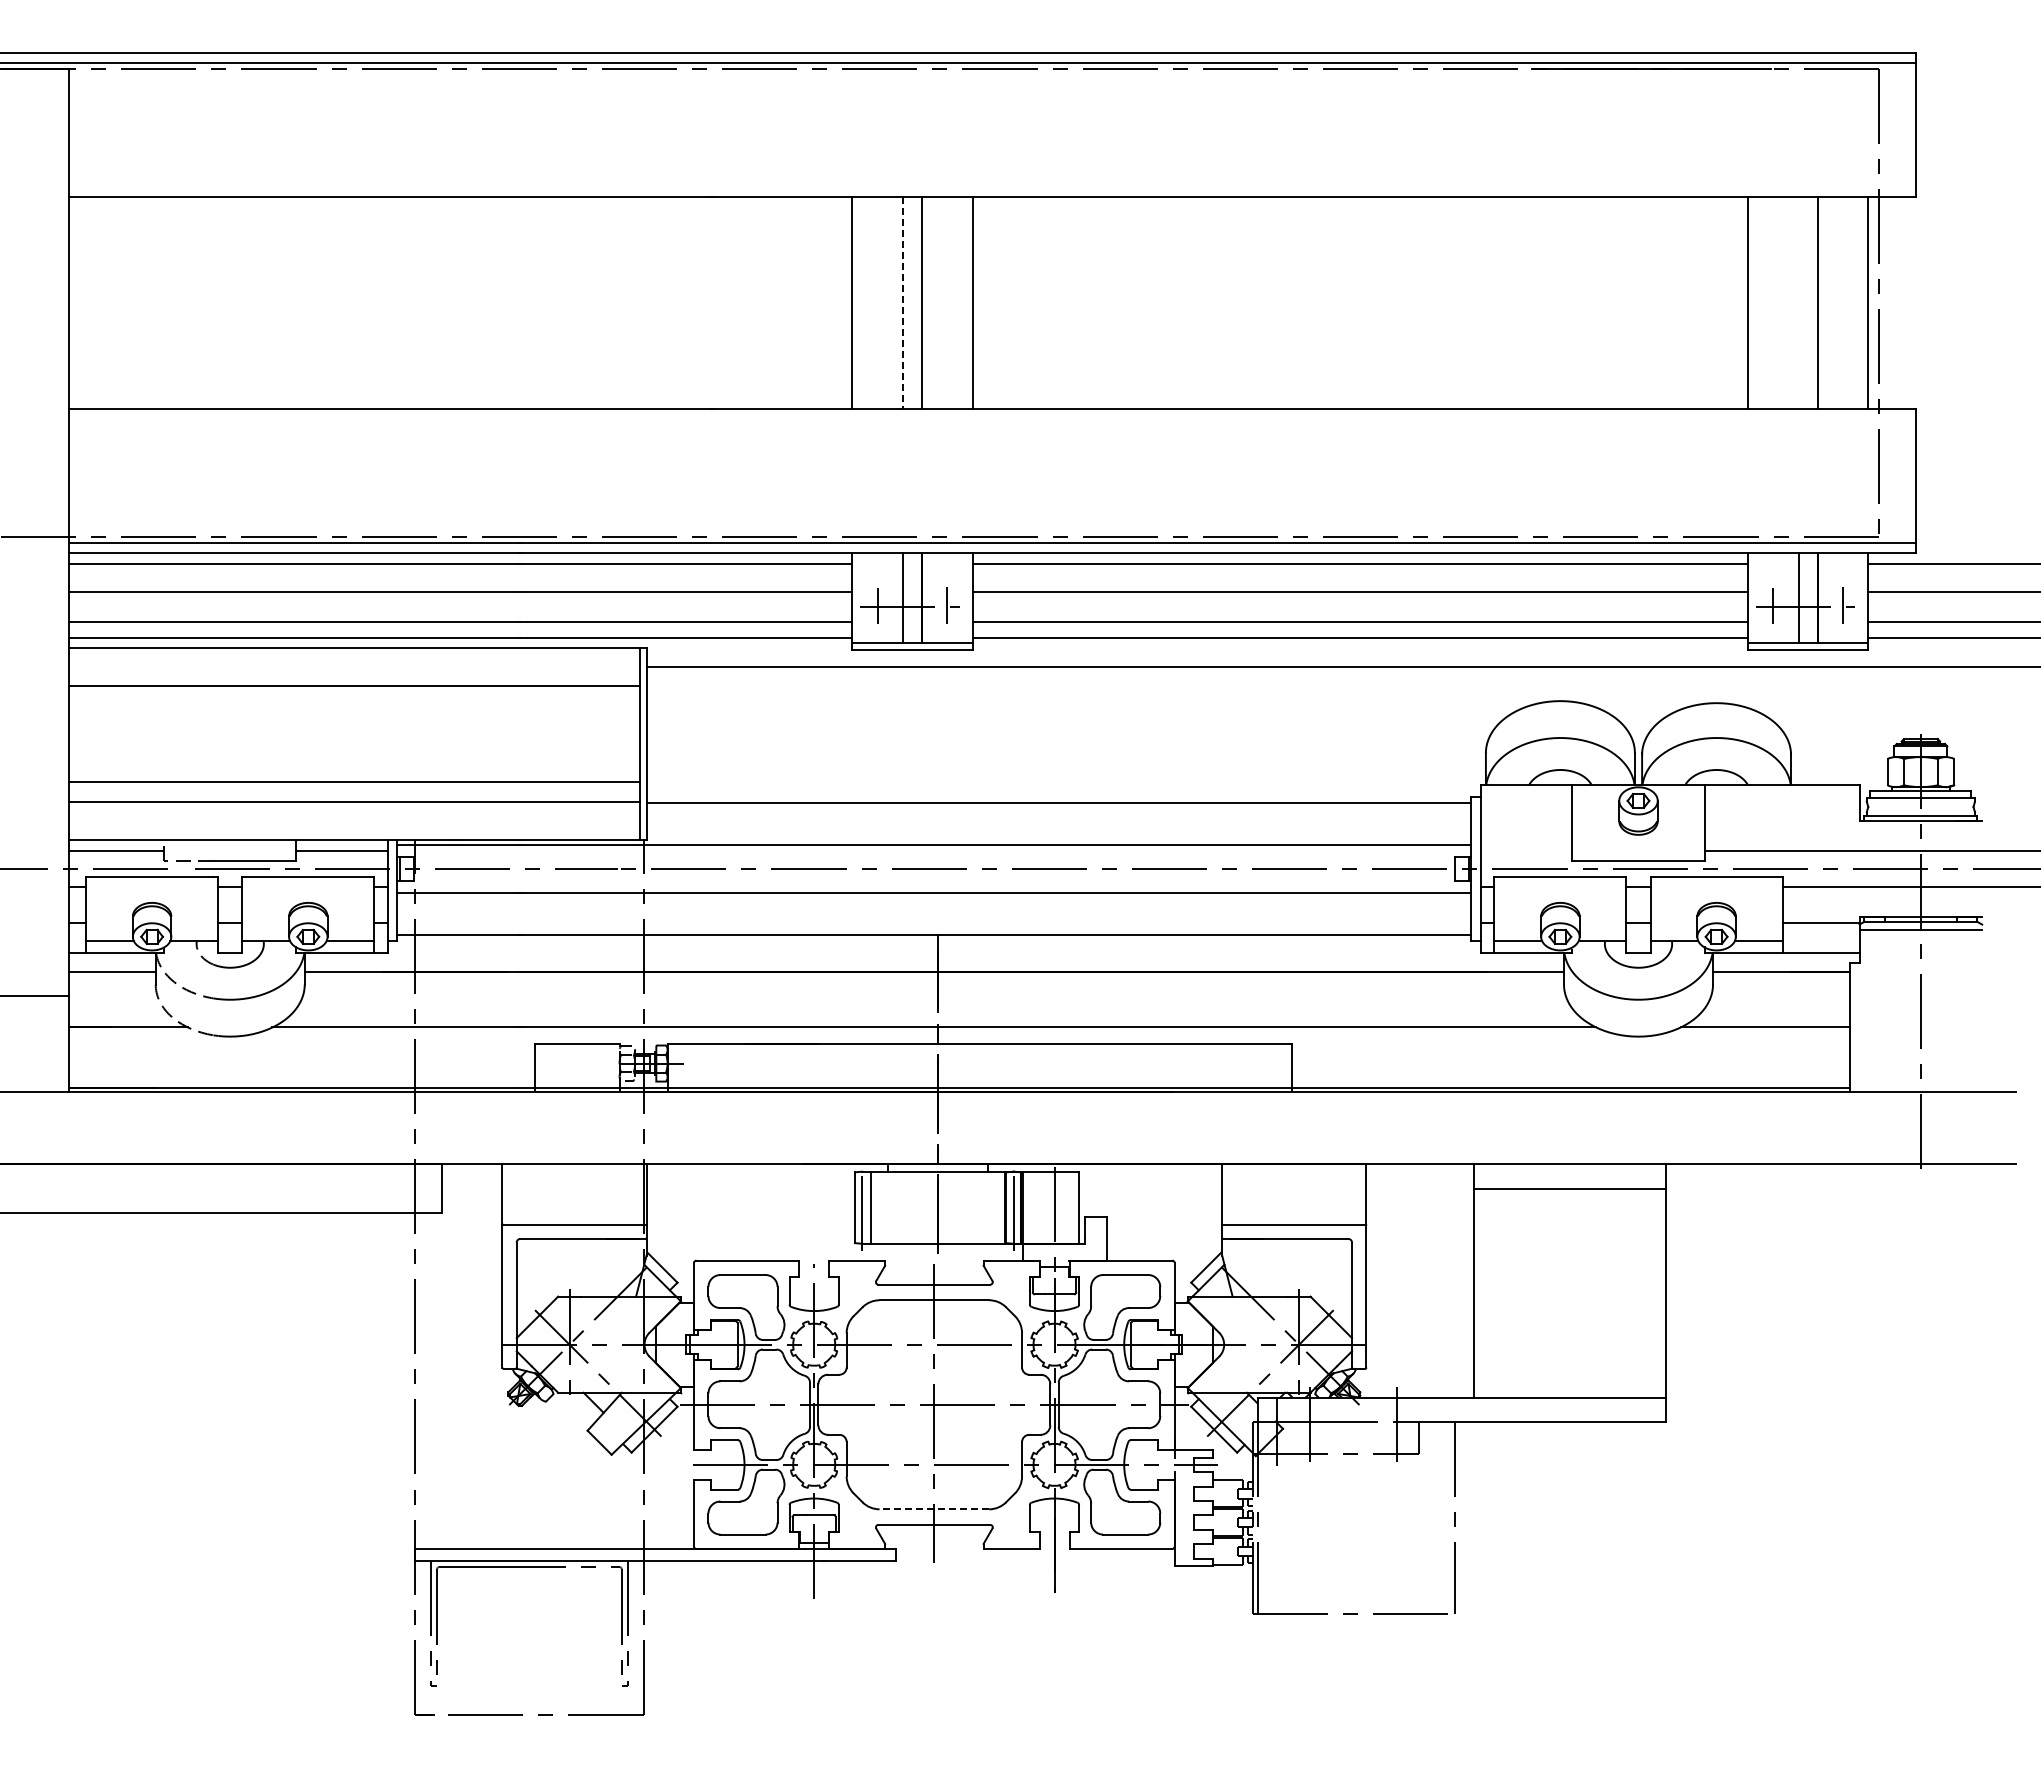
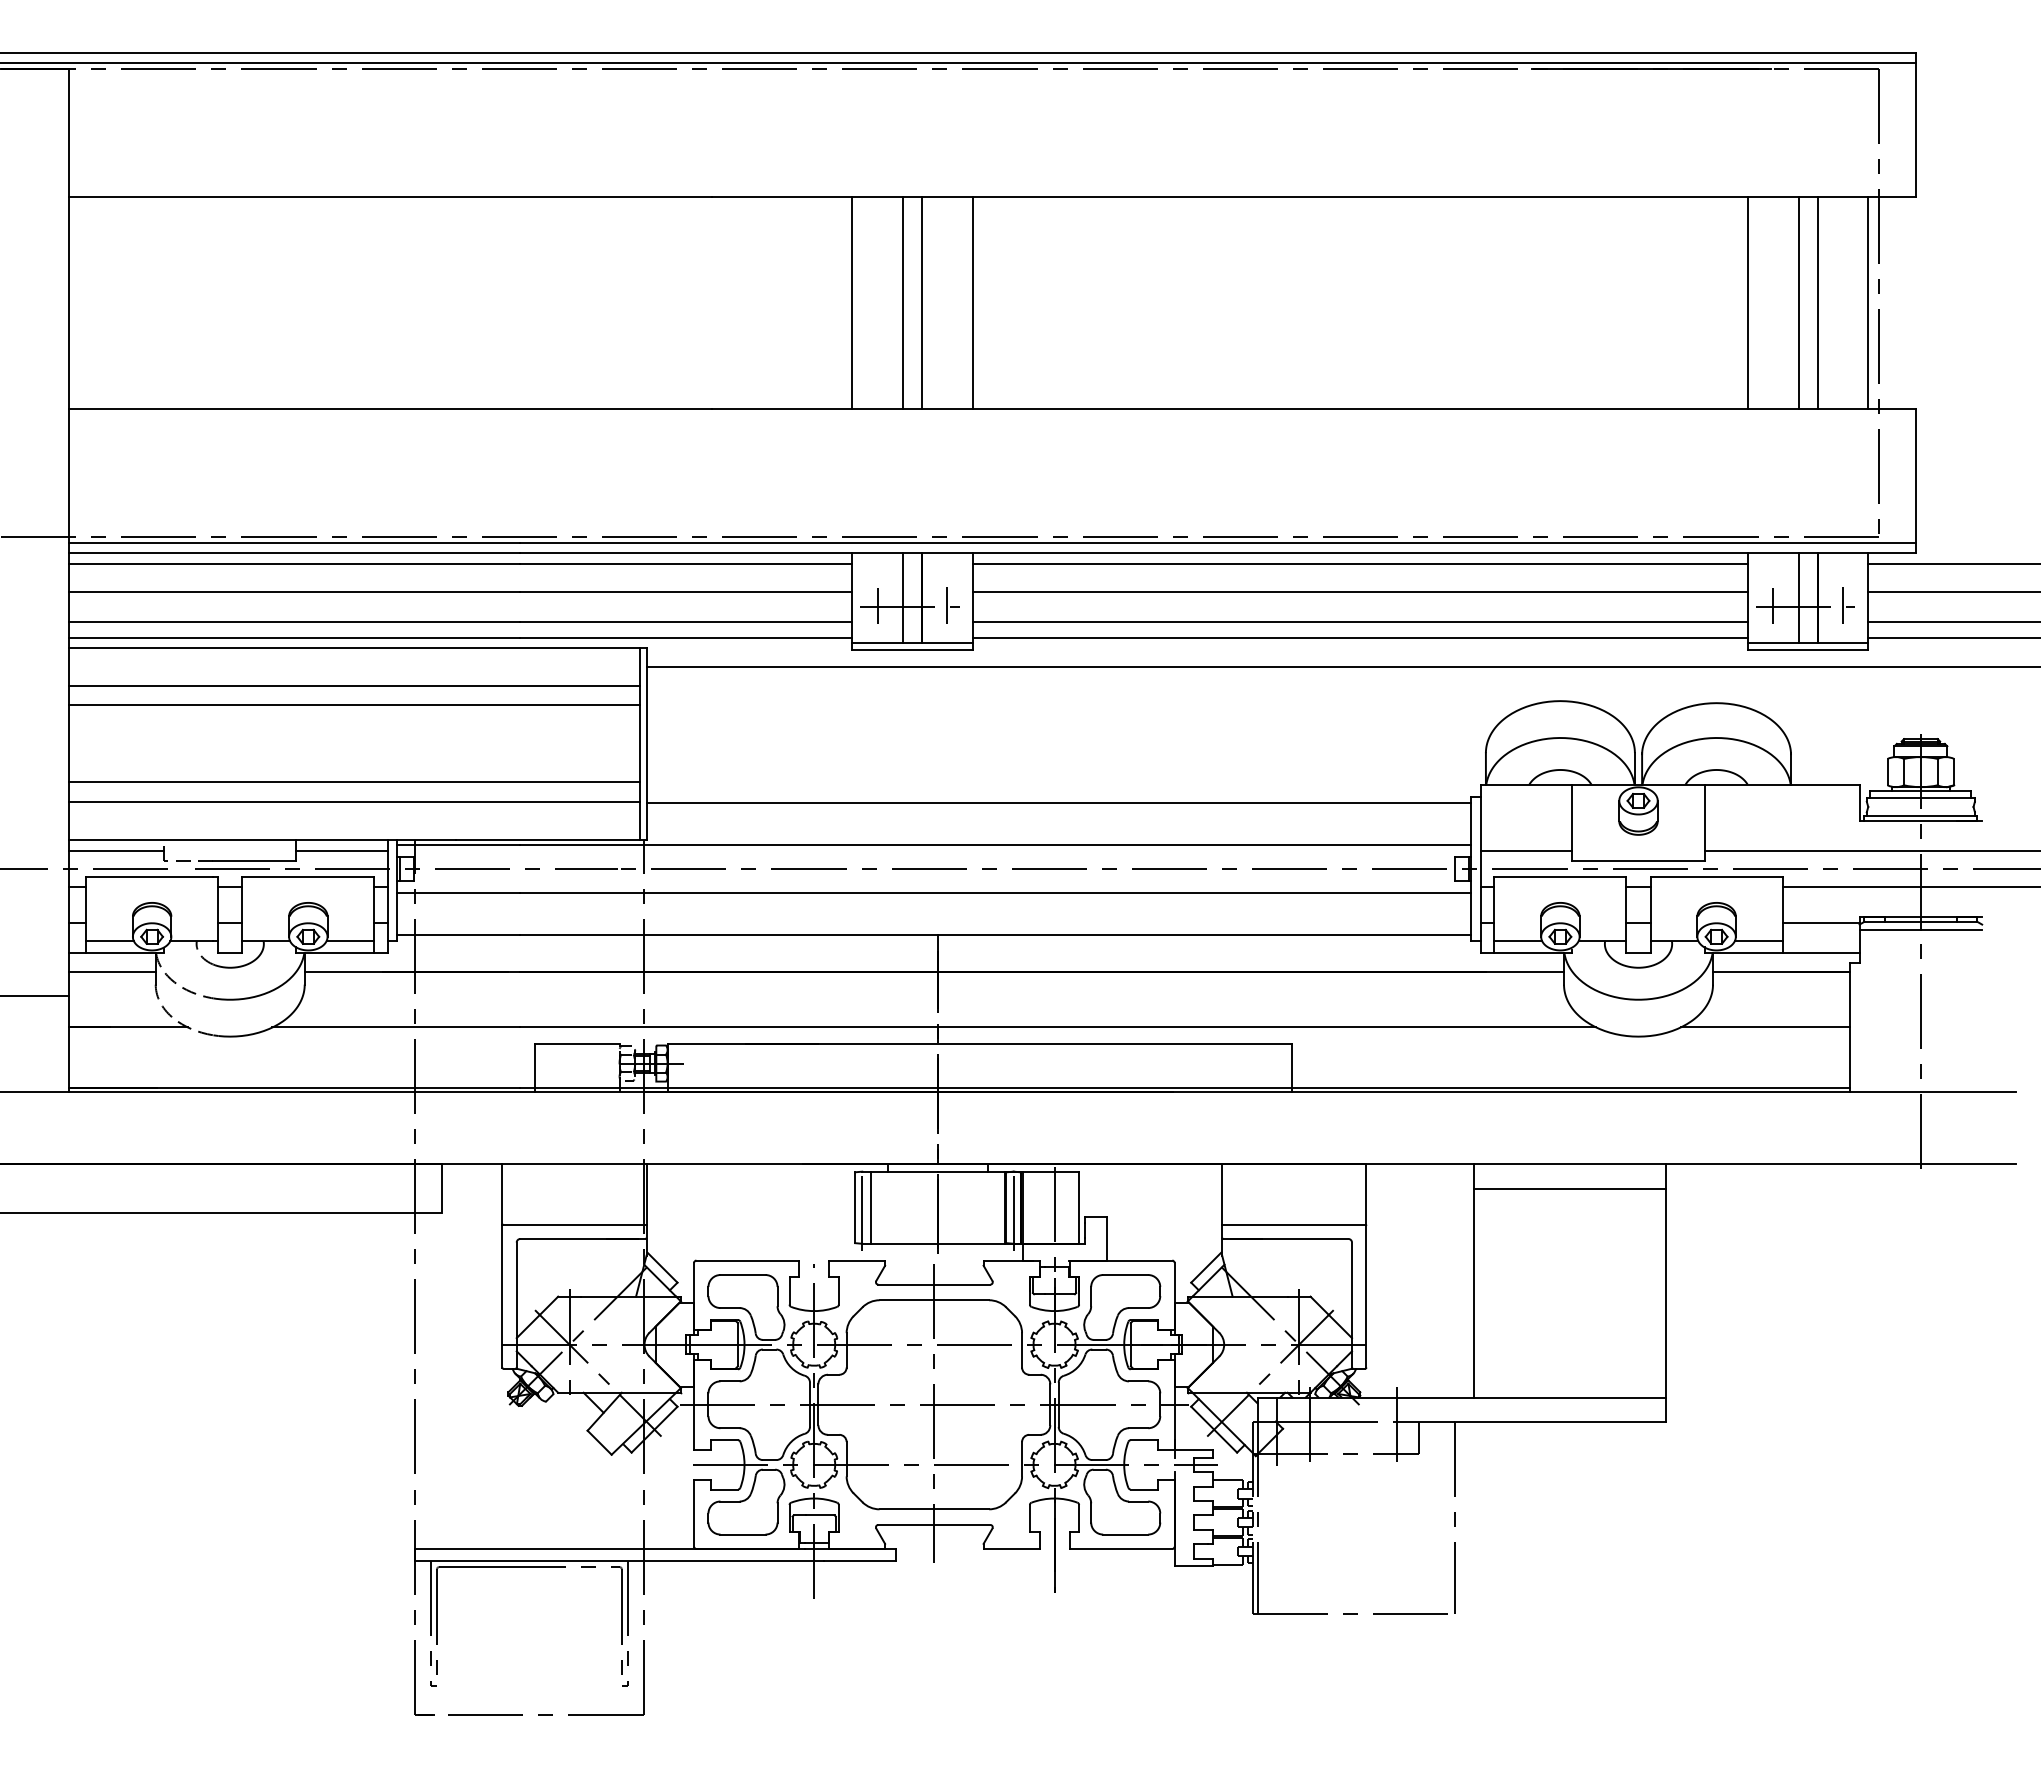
line at (1798, 302): none -> present
line at (902, 303): dashed -> solid
line at (354, 705): none -> present
line at (1526, 851): none -> present
line at (934, 1509): dashed -> solid
